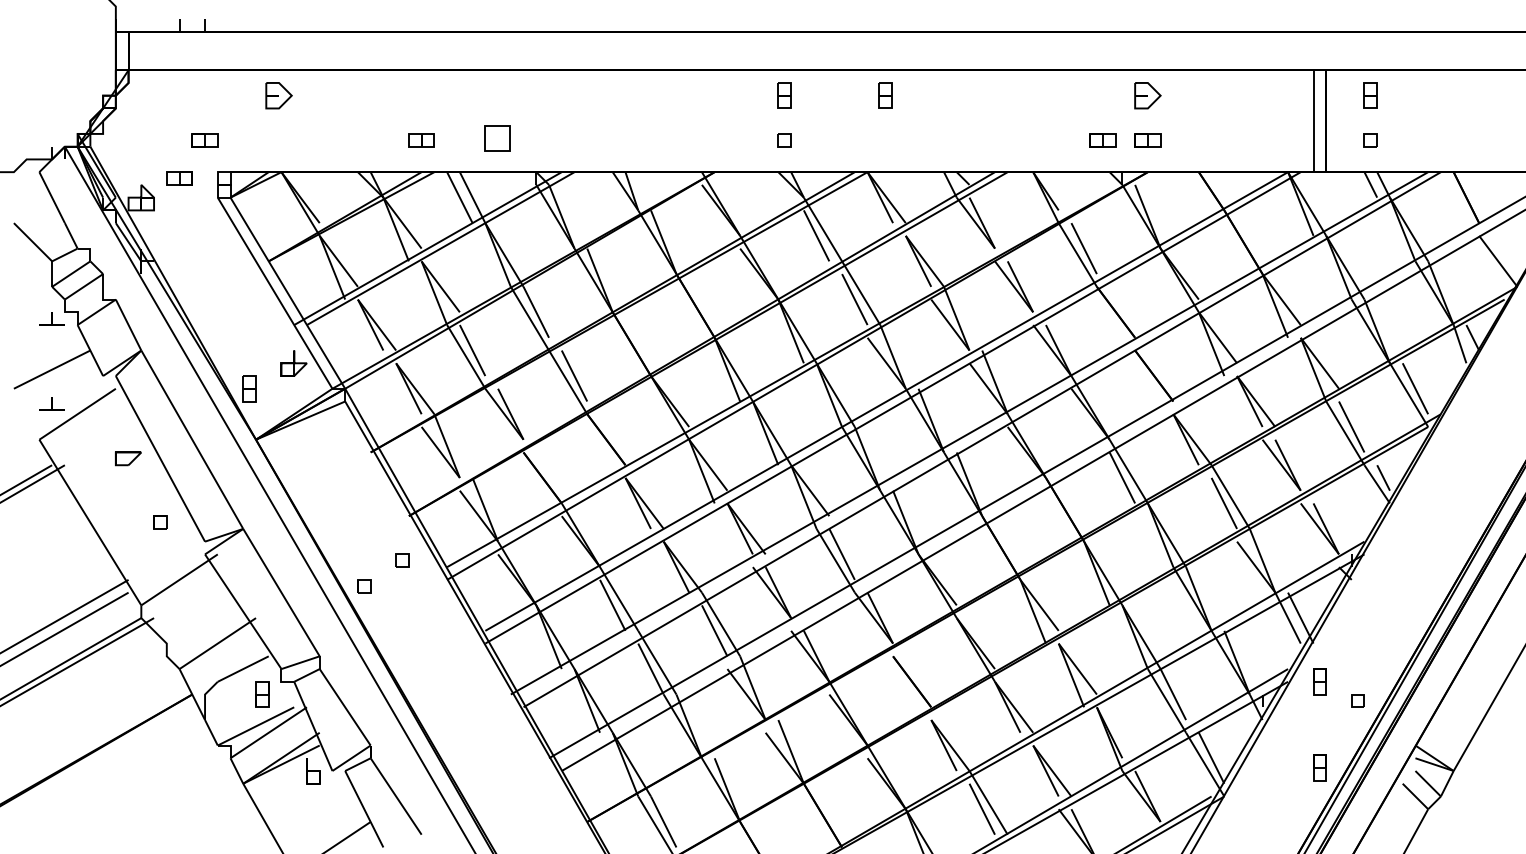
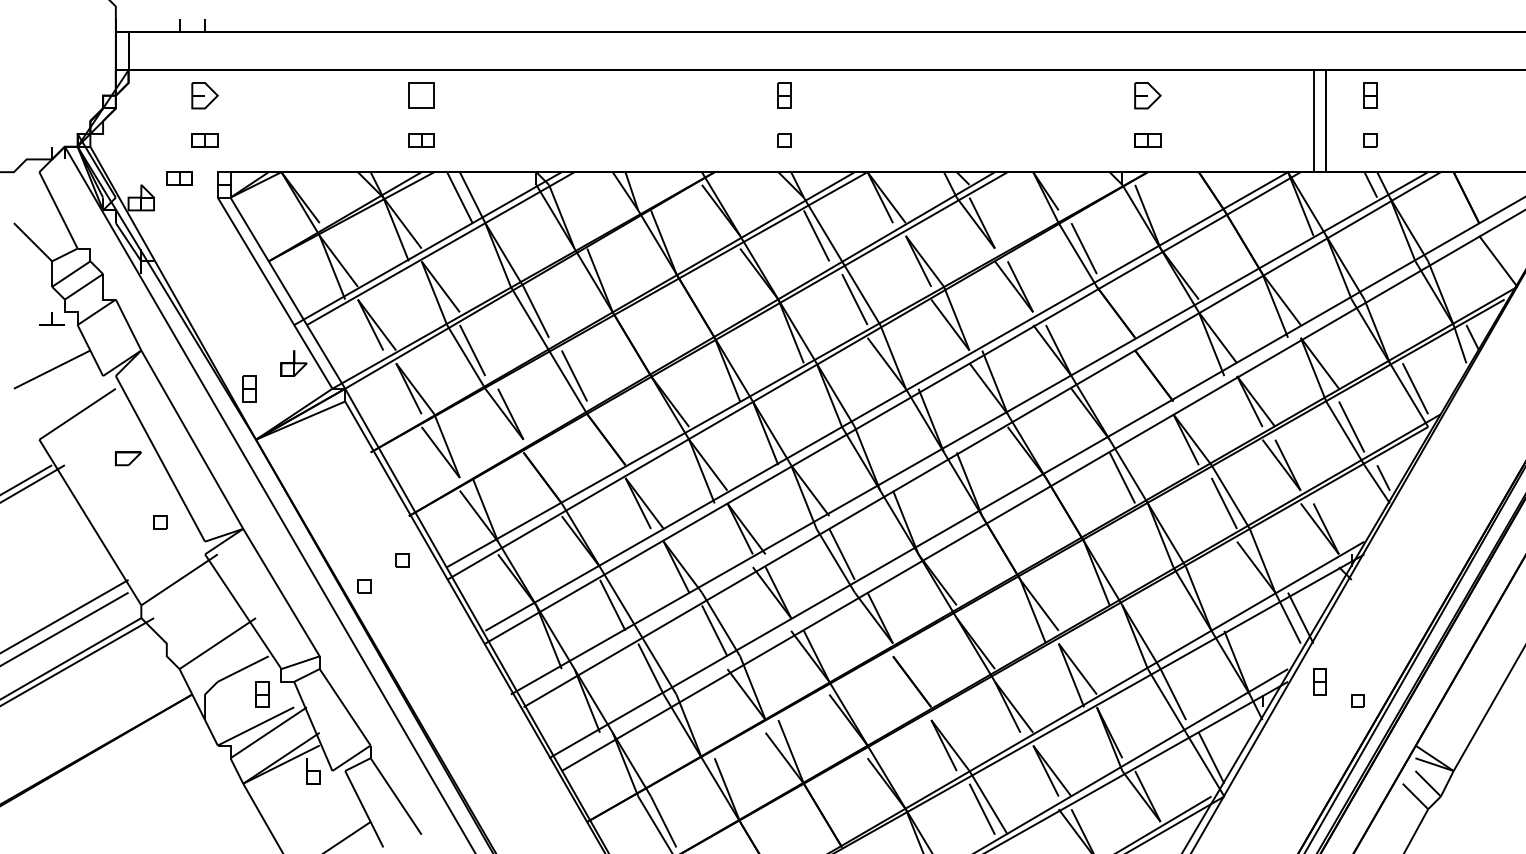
part at (278, 95) position: (278, 95) -> (204, 95)
part at (885, 95): present -> none
part at (497, 138) position: (497, 138) -> (421, 95)
part at (1102, 140): present -> none
part at (51, 403): present -> none
part at (1319, 767): present -> none
